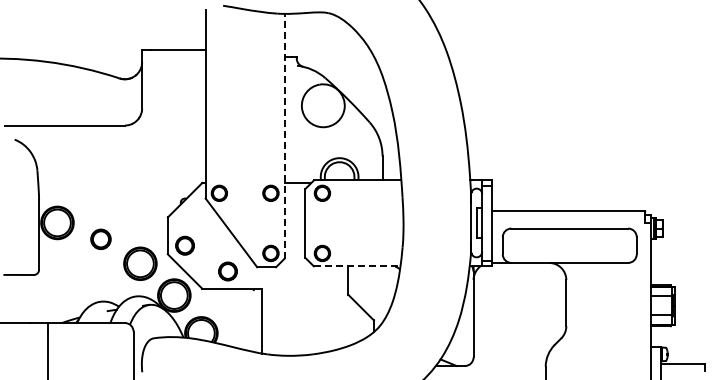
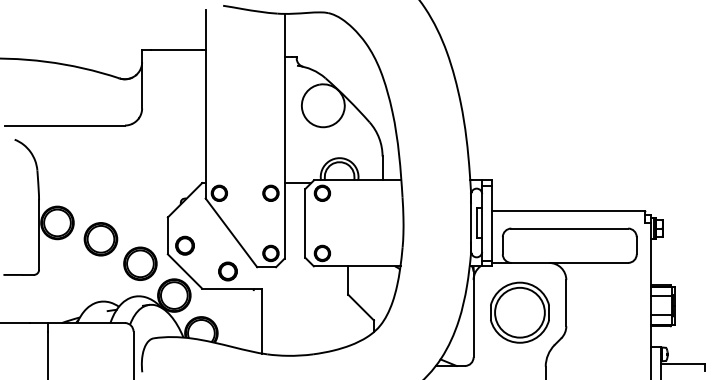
line at (284, 135): dashed -> solid
part at (100, 238) size: 22x22 px -> 36x35 px
line at (357, 266): dashed -> solid
part at (519, 312): none -> present
